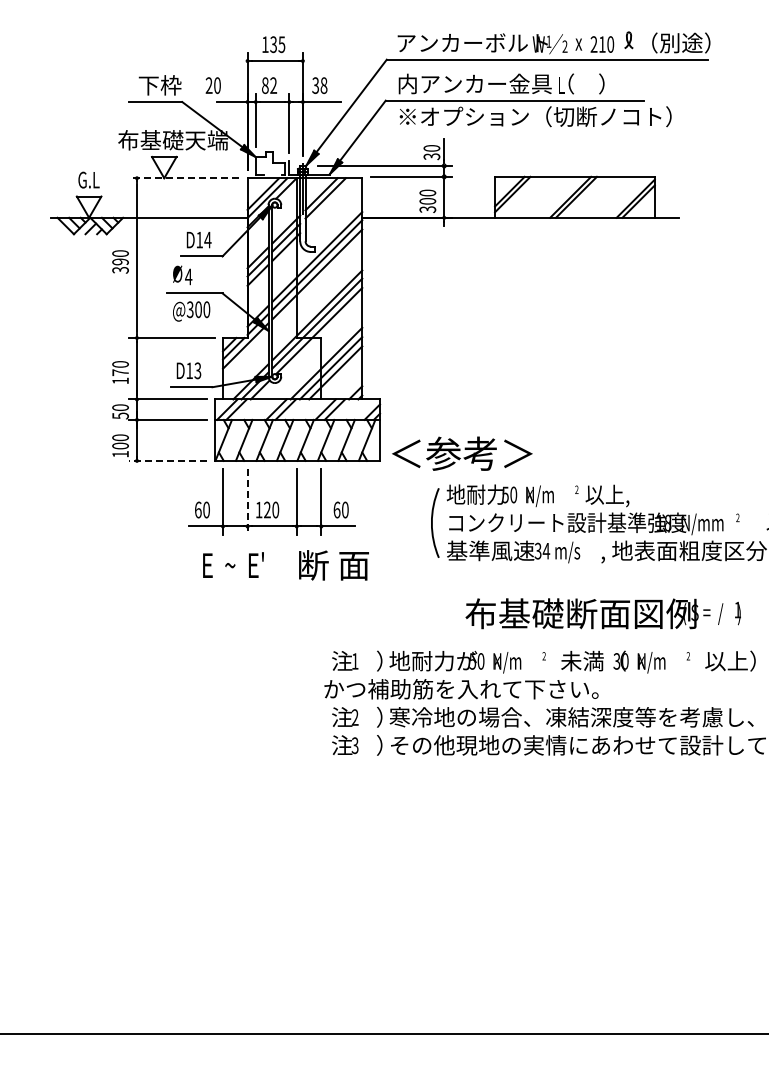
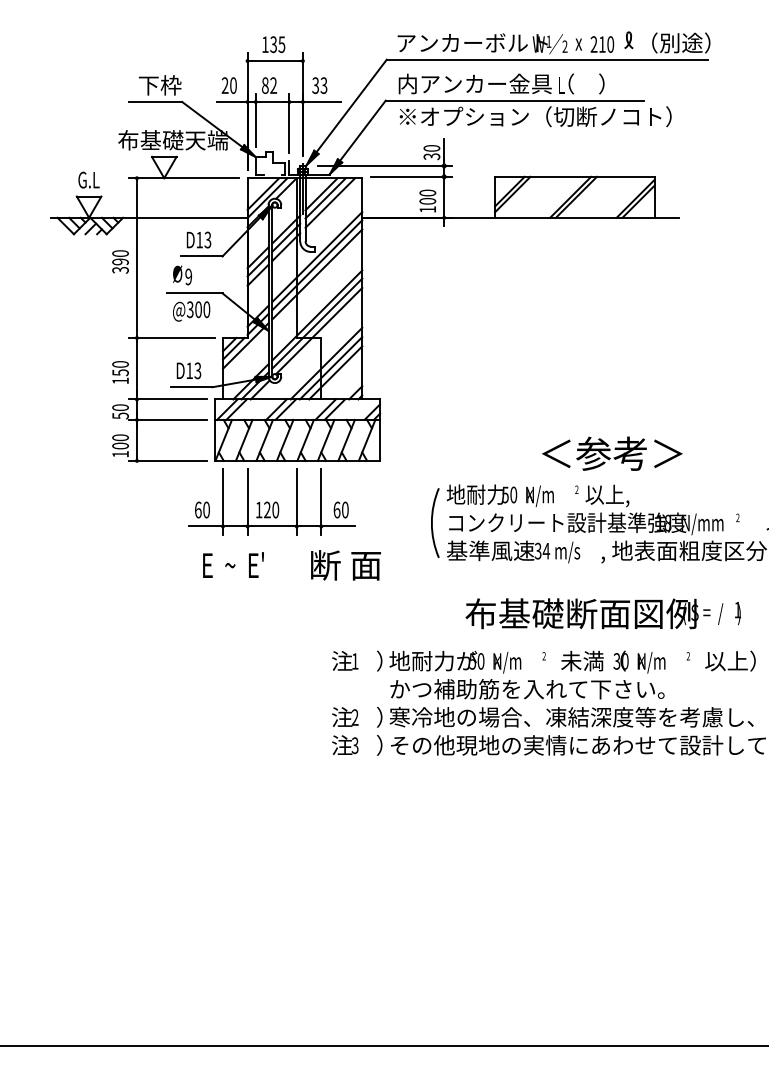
text at (212, 85) position: (212, 85) -> (228, 85)
text at (323, 85): 38 -> 33
line at (183, 178): dashed -> solid
line at (330, 202): none -> present
text at (427, 209): 300 -> 100
text at (207, 239): D14 -> D13
text at (188, 276): 4 -> 9
text at (120, 372): 170 -> 150
text at (462, 453) position: (462, 453) -> (612, 453)
line at (167, 460): dashed -> solid
line at (247, 501): dashed -> solid
text at (333, 565) position: (333, 565) -> (345, 565)
text at (461, 689) position: (461, 689) -> (527, 689)
line at (383, 1033) position: (383, 1033) -> (383, 1045)
